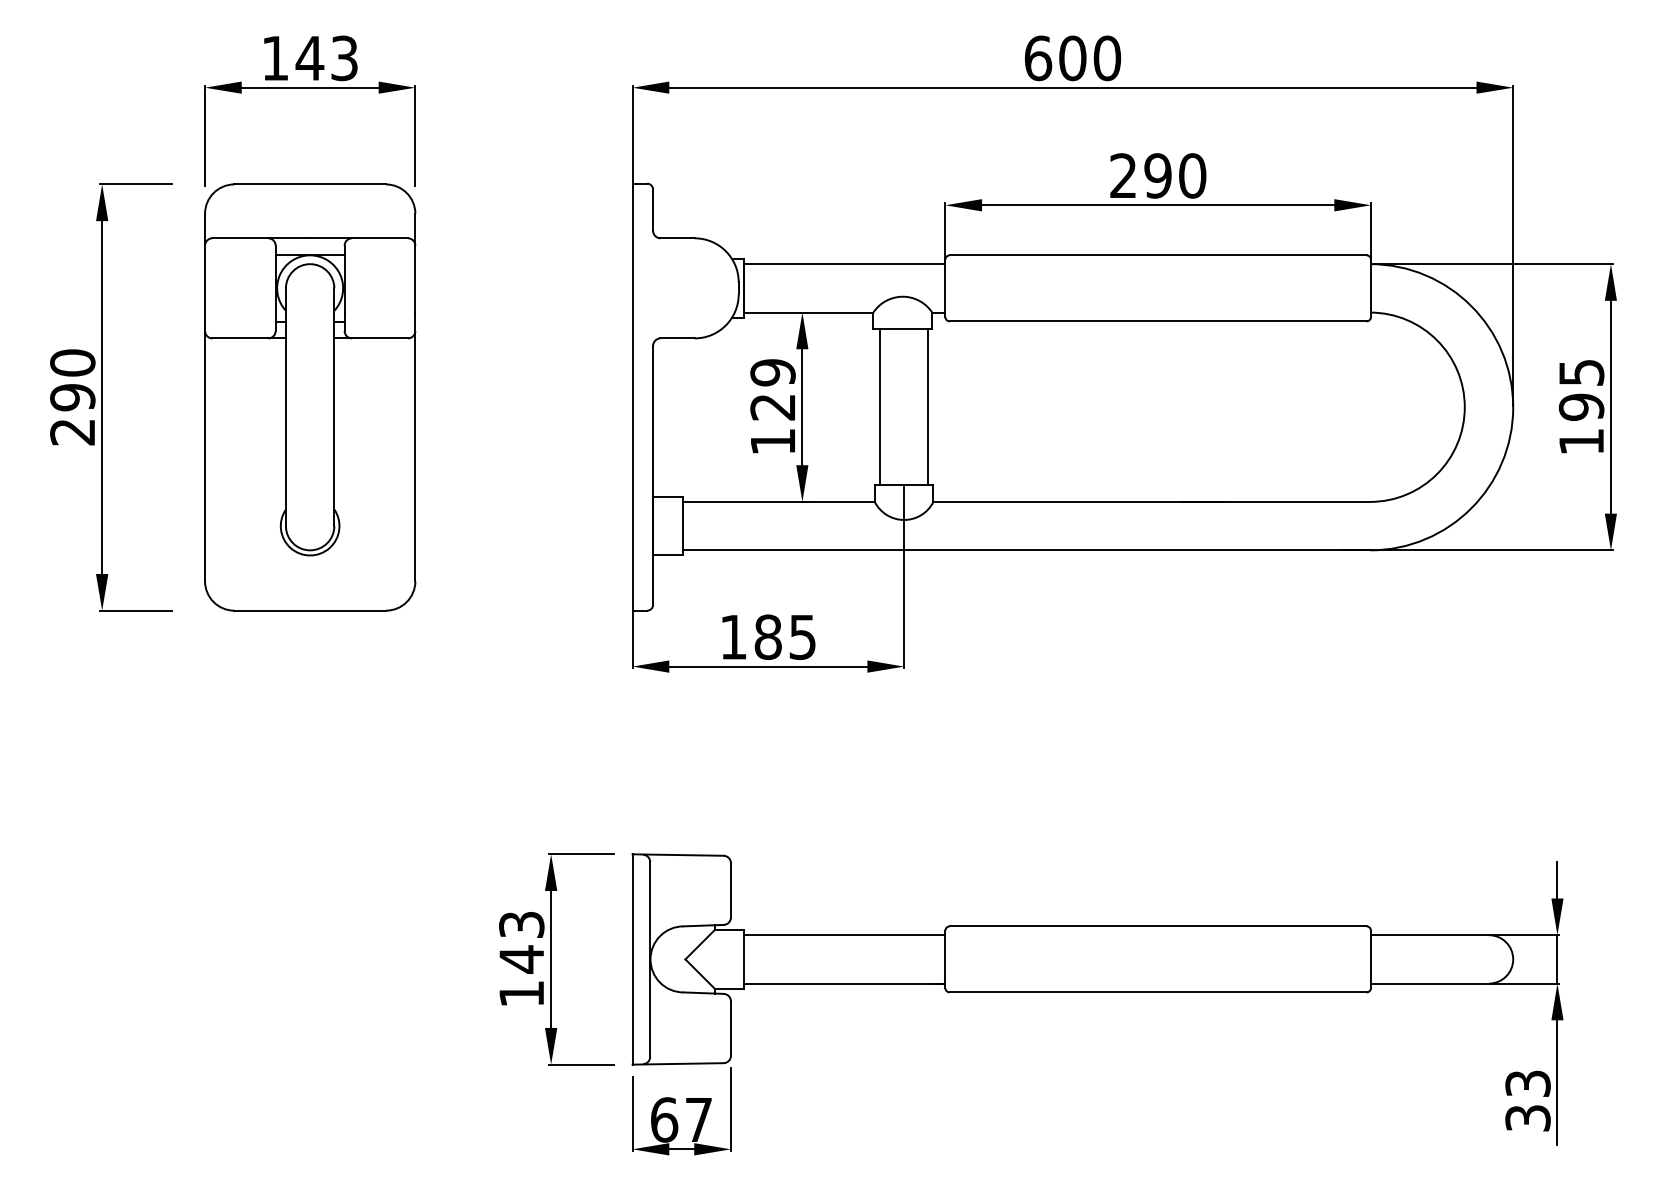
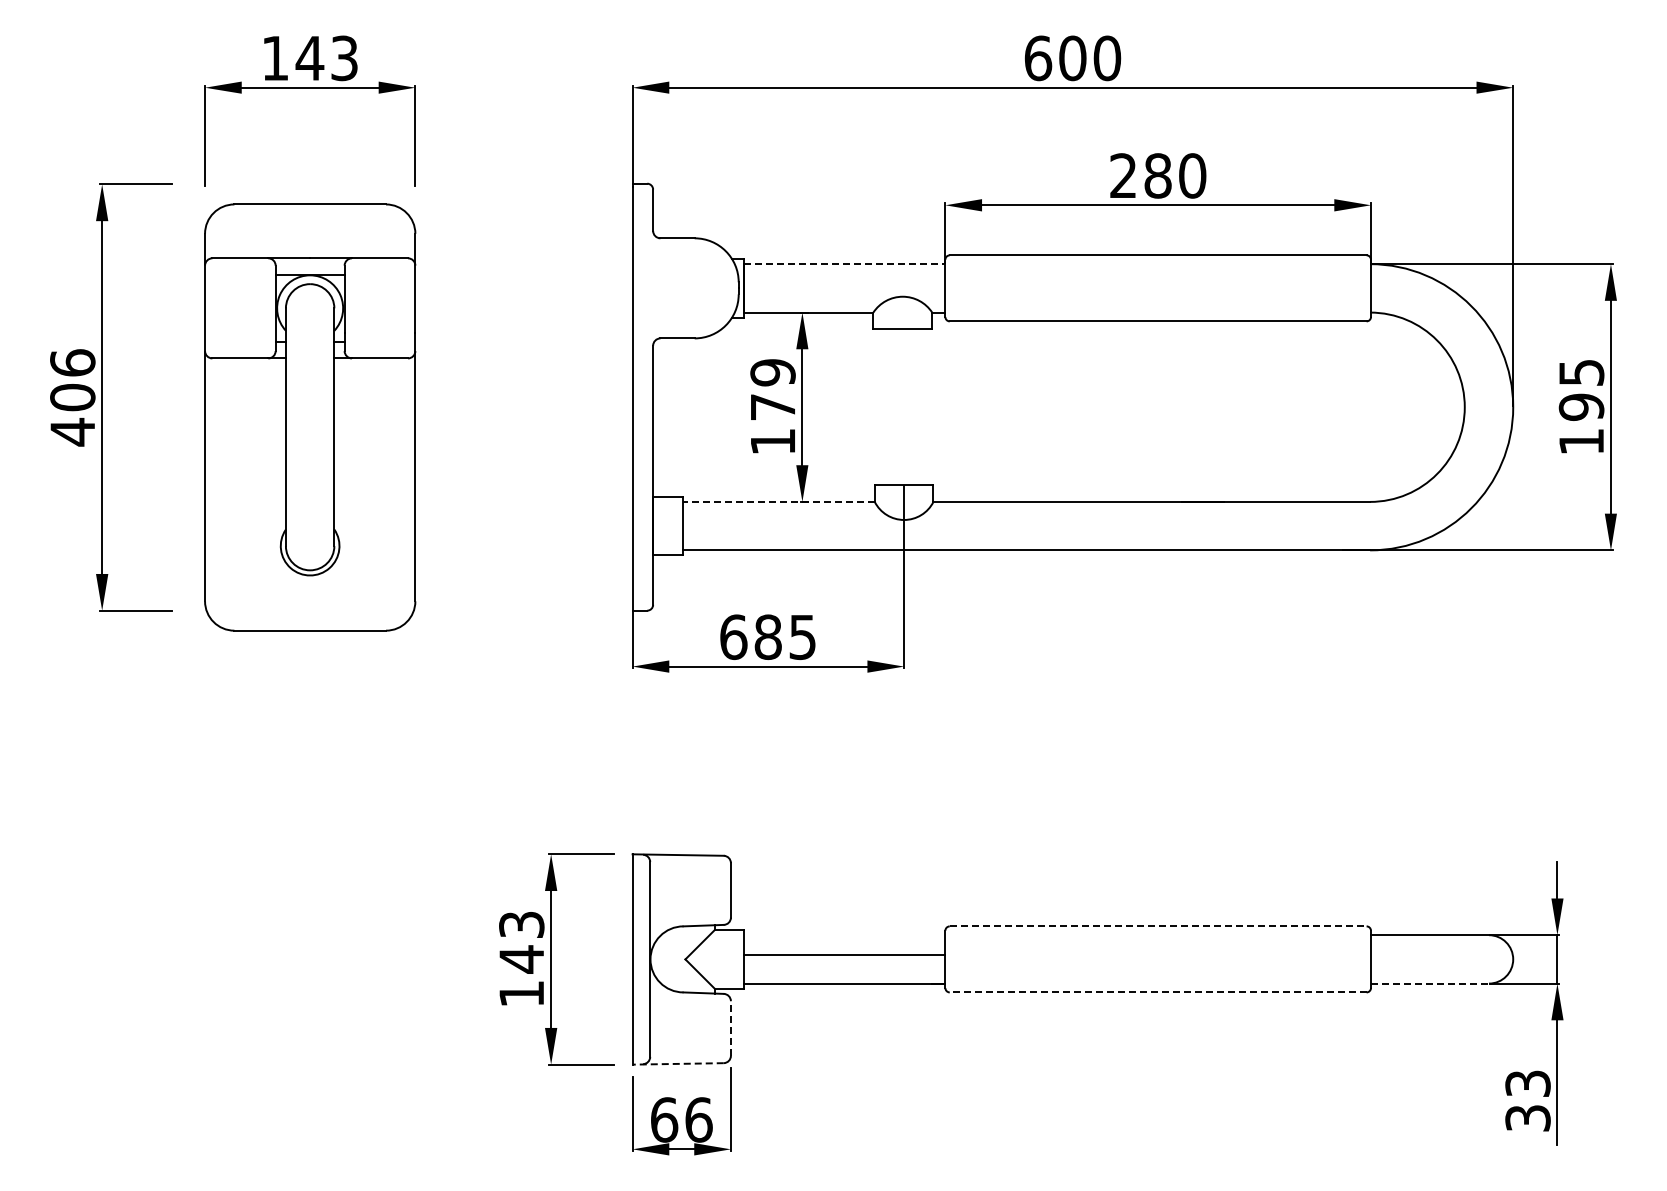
text at (1157, 175): 290 -> 280
line at (844, 264): solid -> dashed
text at (72, 397): 290 -> 406
part at (310, 397) position: (310, 397) -> (310, 417)
text at (772, 407): 129 -> 179
line at (879, 407): present -> none
line at (928, 407): present -> none
line at (778, 501): solid -> dashed
text at (733, 637): 185 -> 685
line at (1158, 926): solid -> dashed
line at (844, 935) position: (844, 935) -> (844, 955)
line at (1430, 983): solid -> dashed
line at (1157, 992): solid -> dashed
line at (730, 1028): solid -> dashed
line at (678, 1063): solid -> dashed
text at (698, 1119): 67 -> 66
